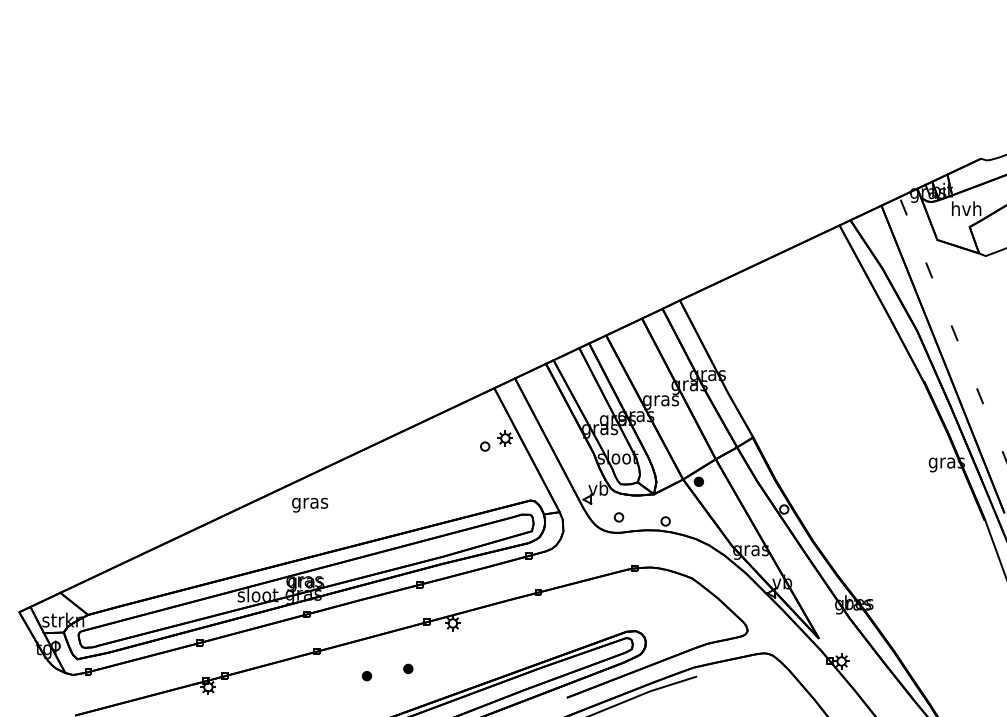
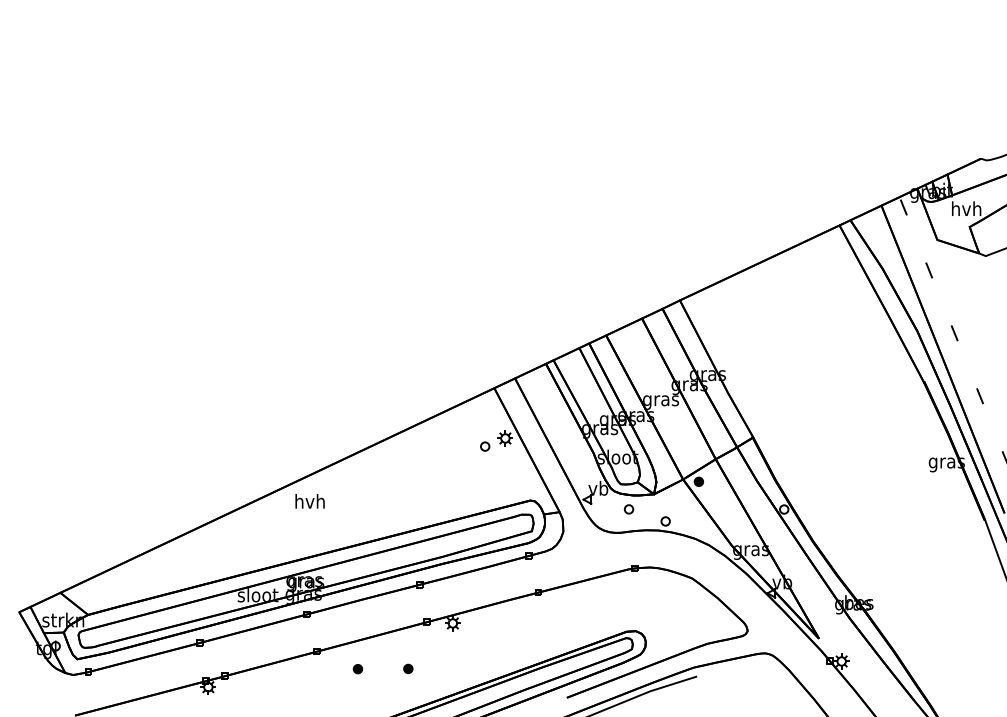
text at (310, 503): gras -> hvh
part at (618, 517) position: (618, 517) -> (628, 509)
part at (366, 676) position: (366, 676) -> (357, 669)
